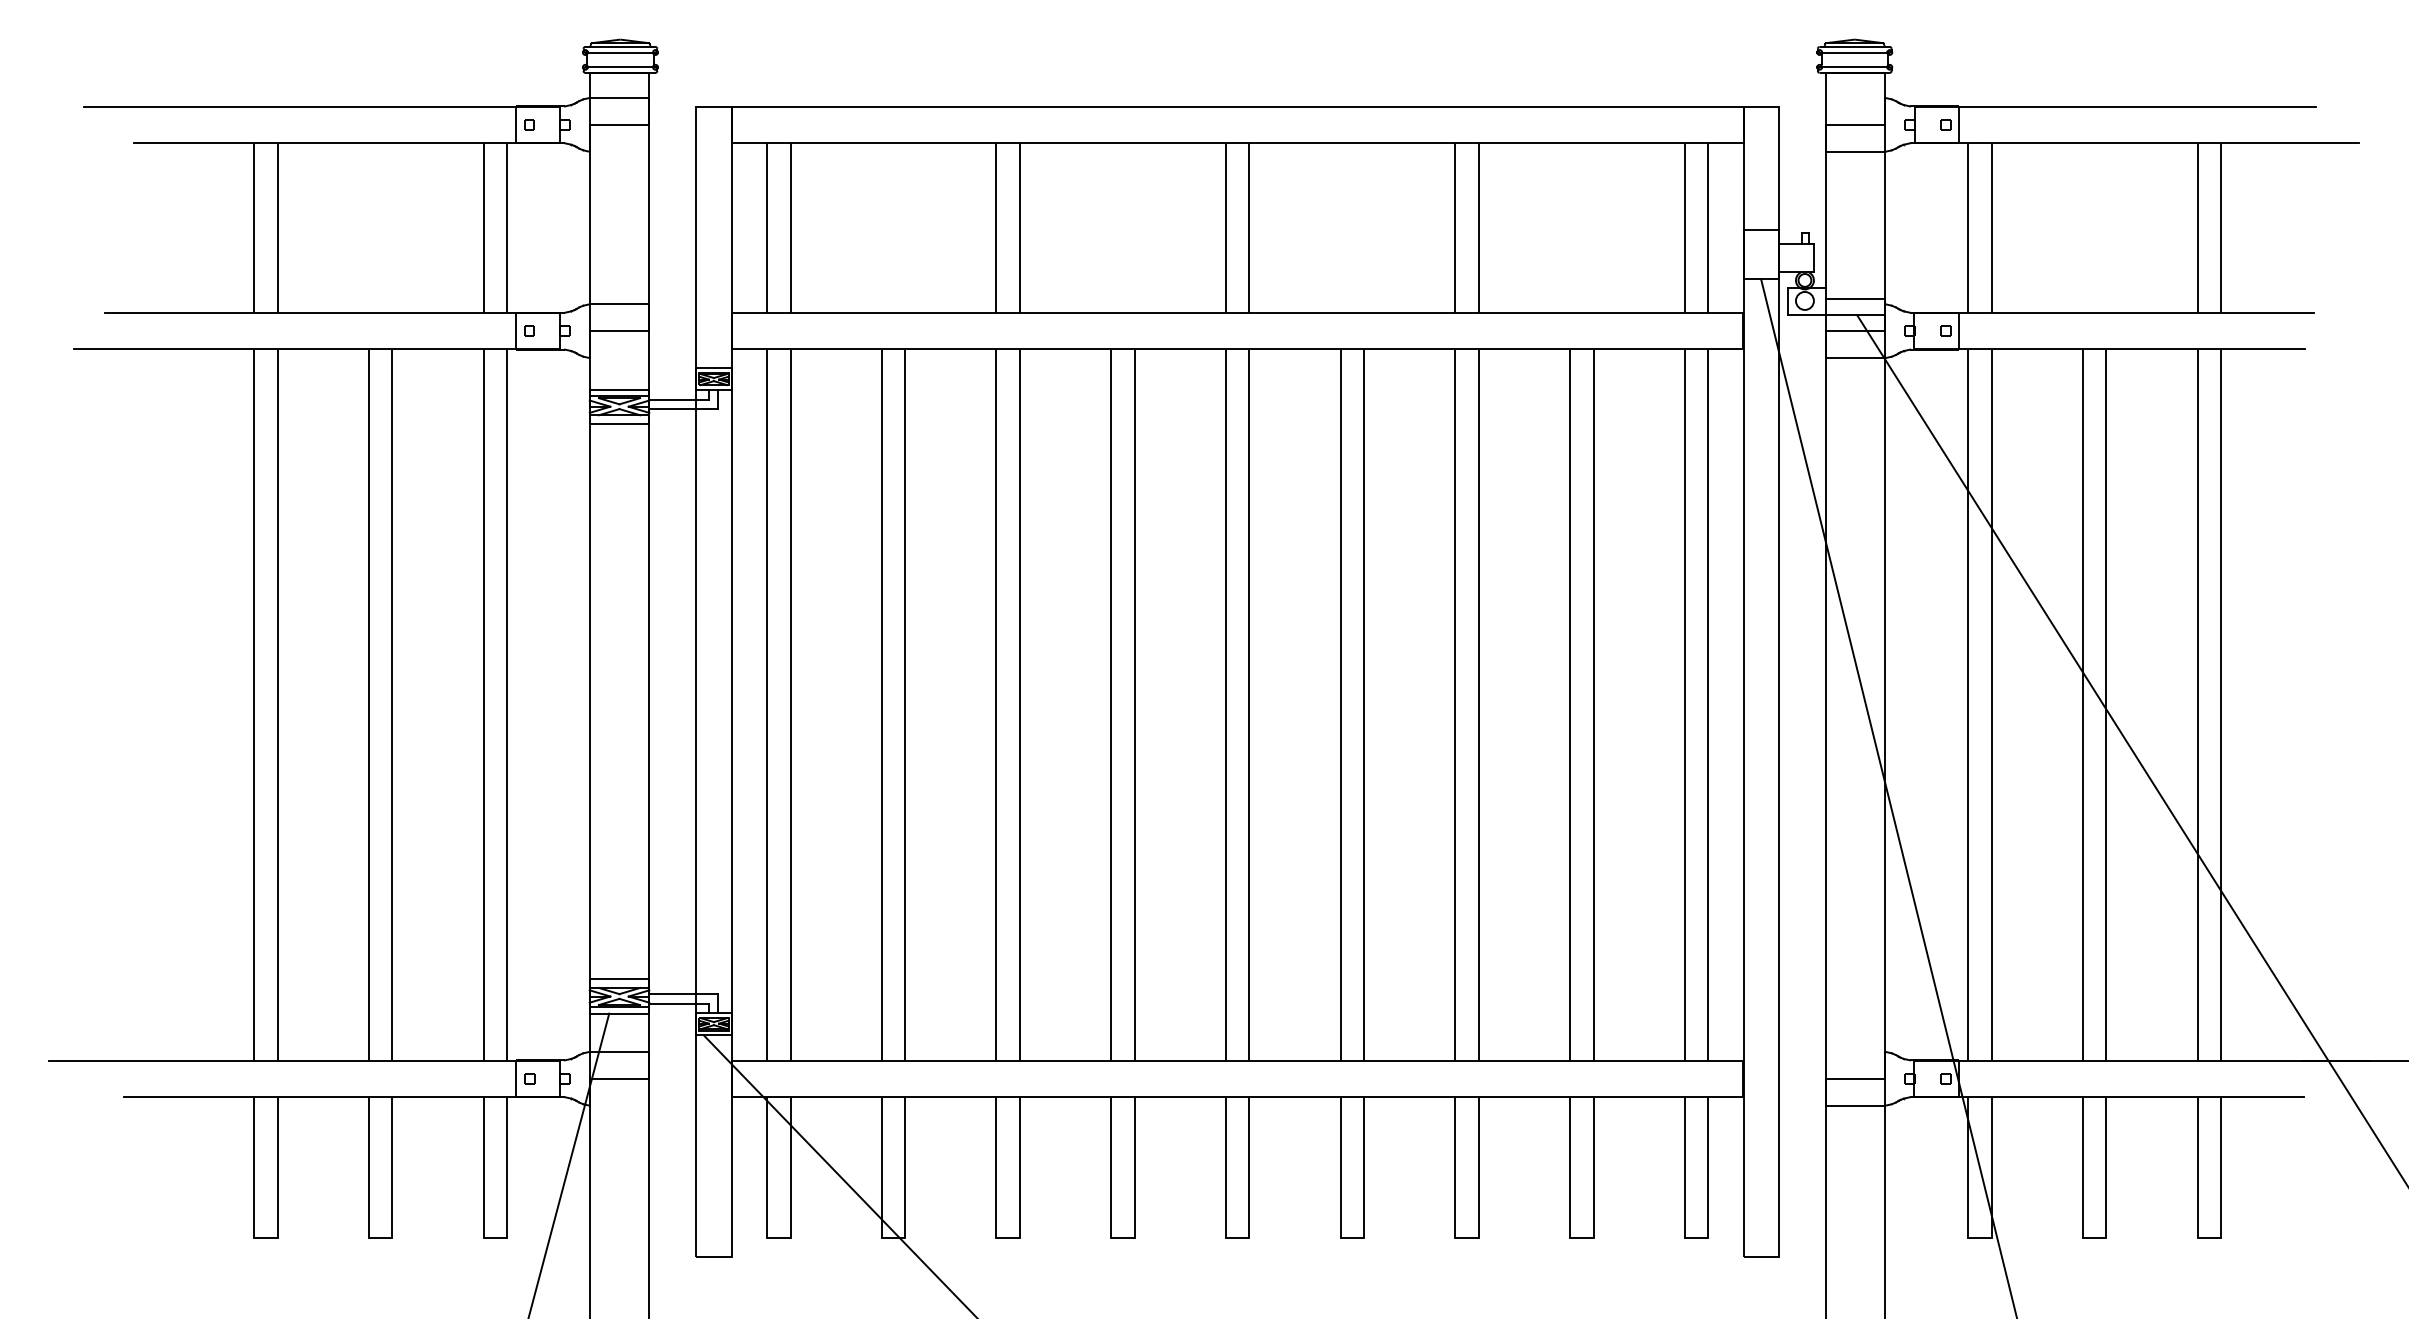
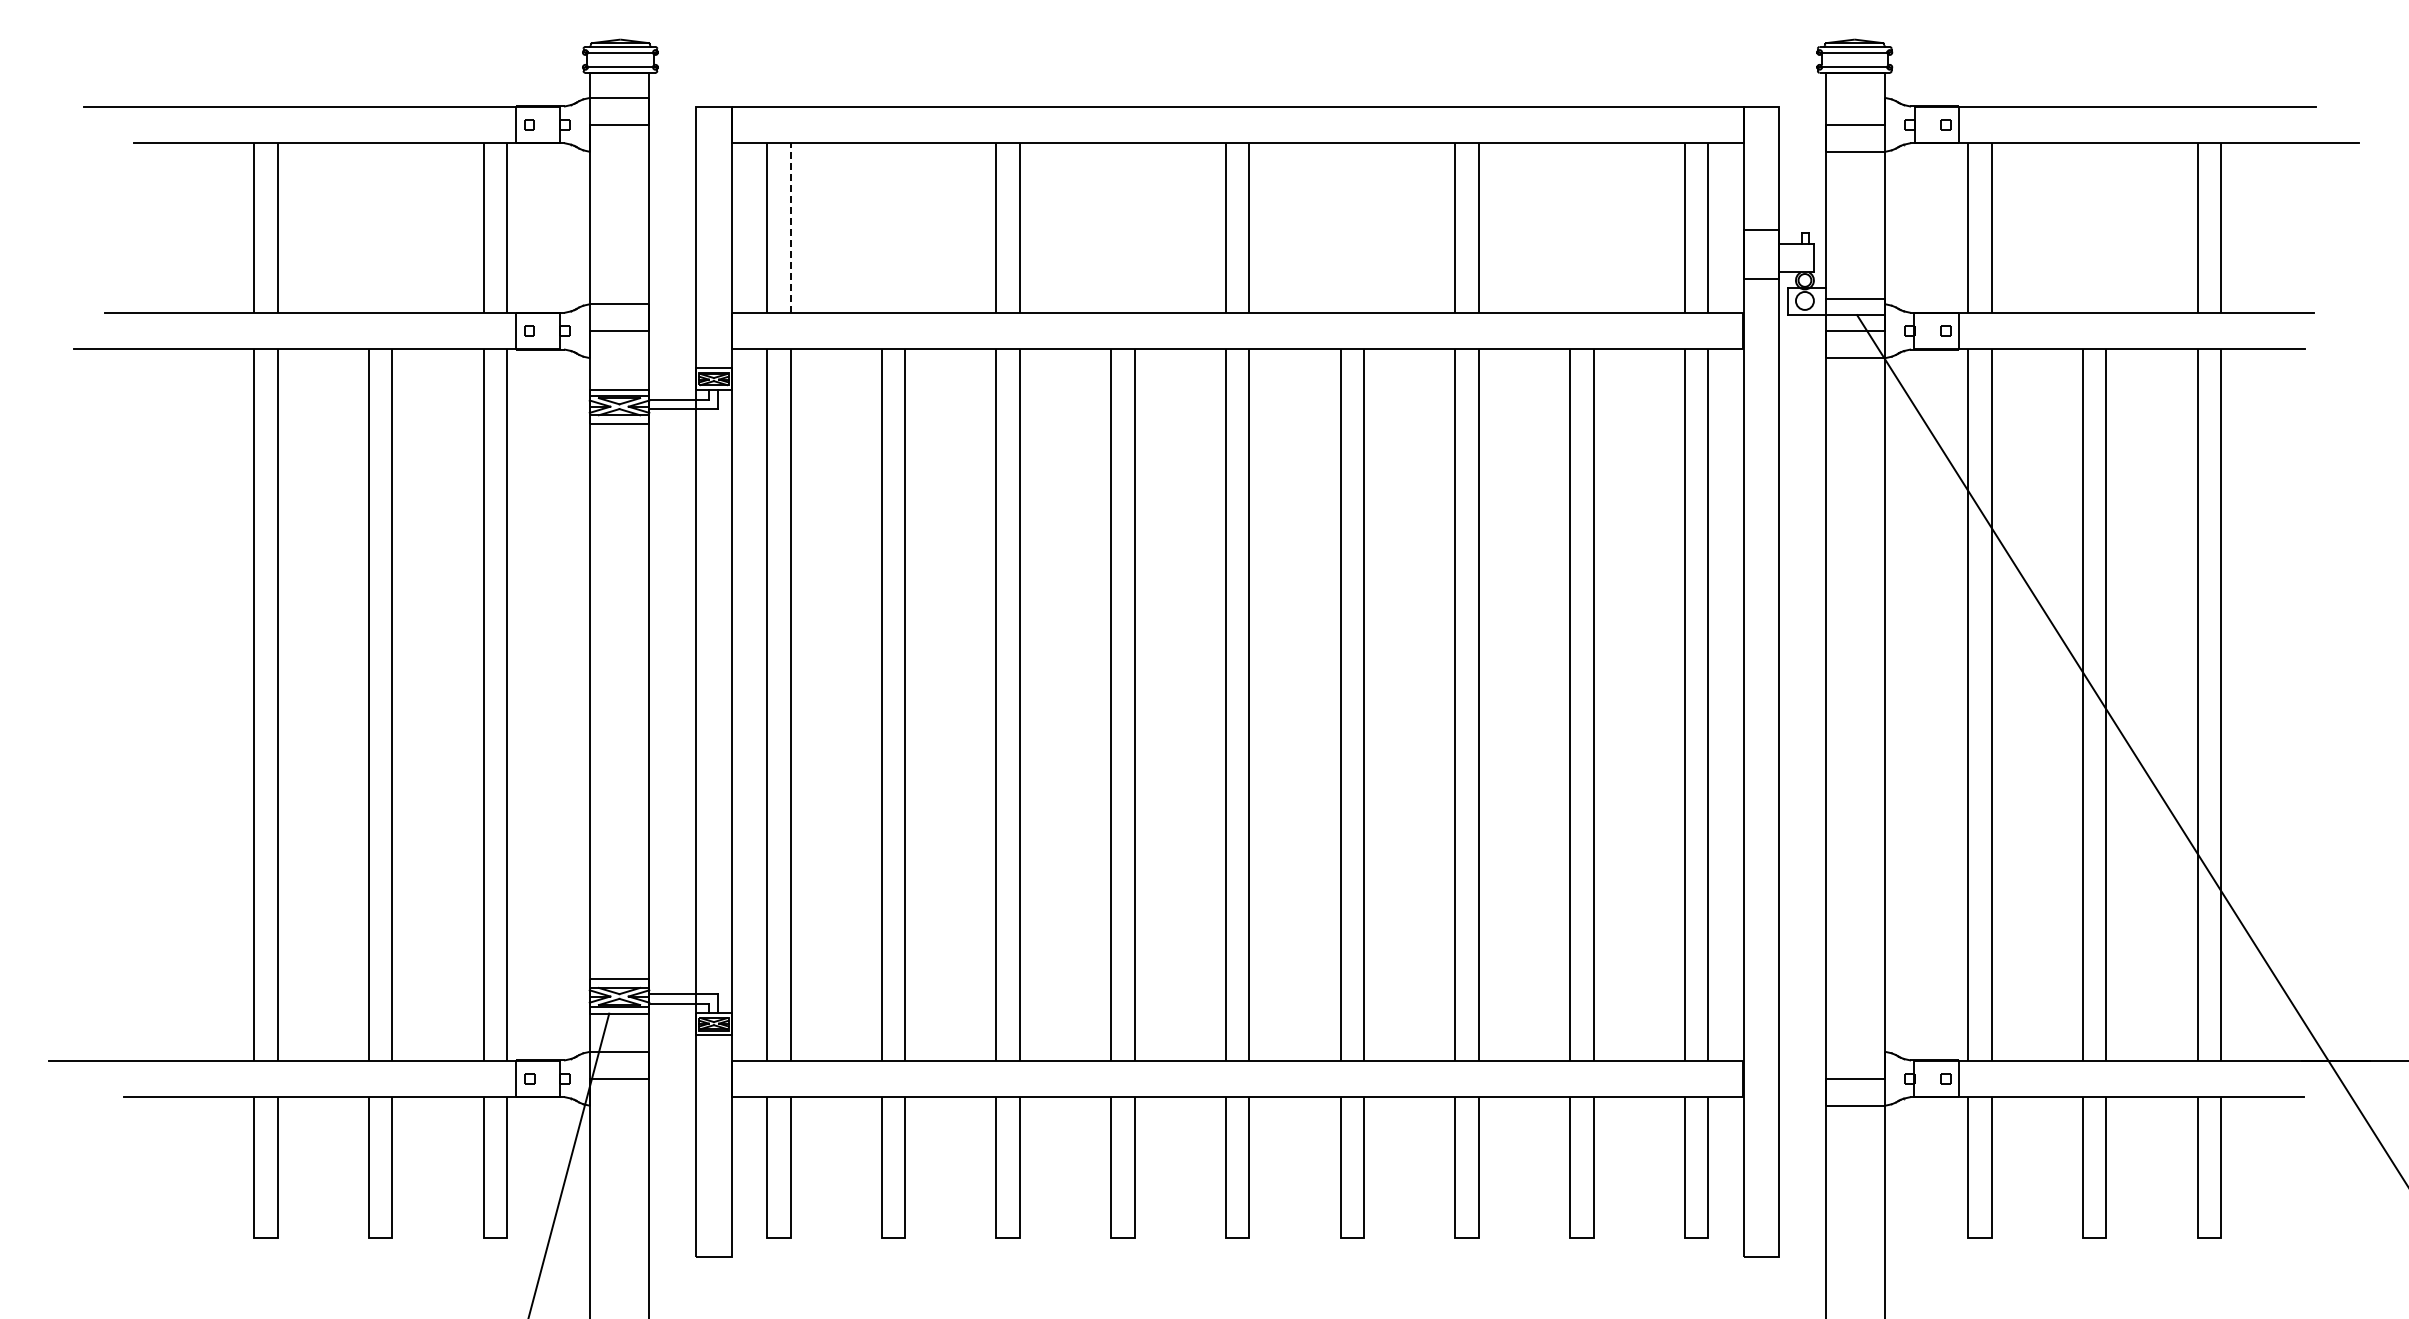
line at (790, 227): solid -> dashed
line at (1888, 797): present -> none
line at (838, 1175): present -> none
